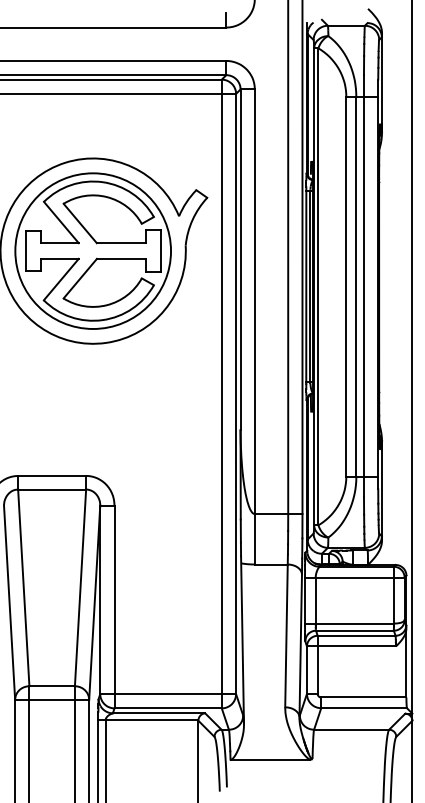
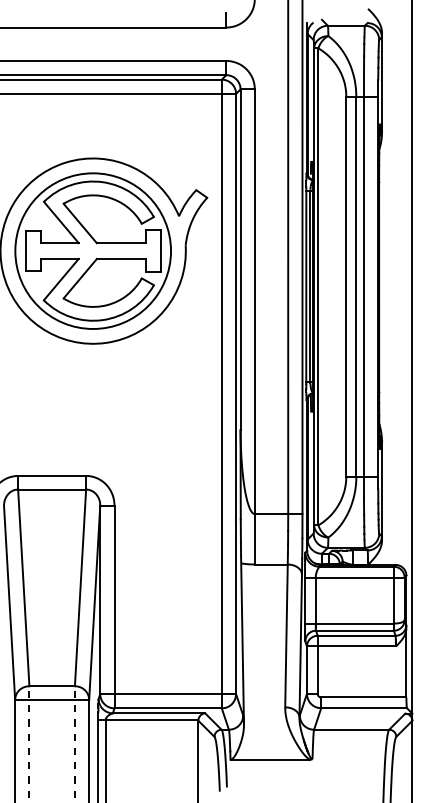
line at (29, 743): solid -> dashed
line at (74, 743): solid -> dashed
